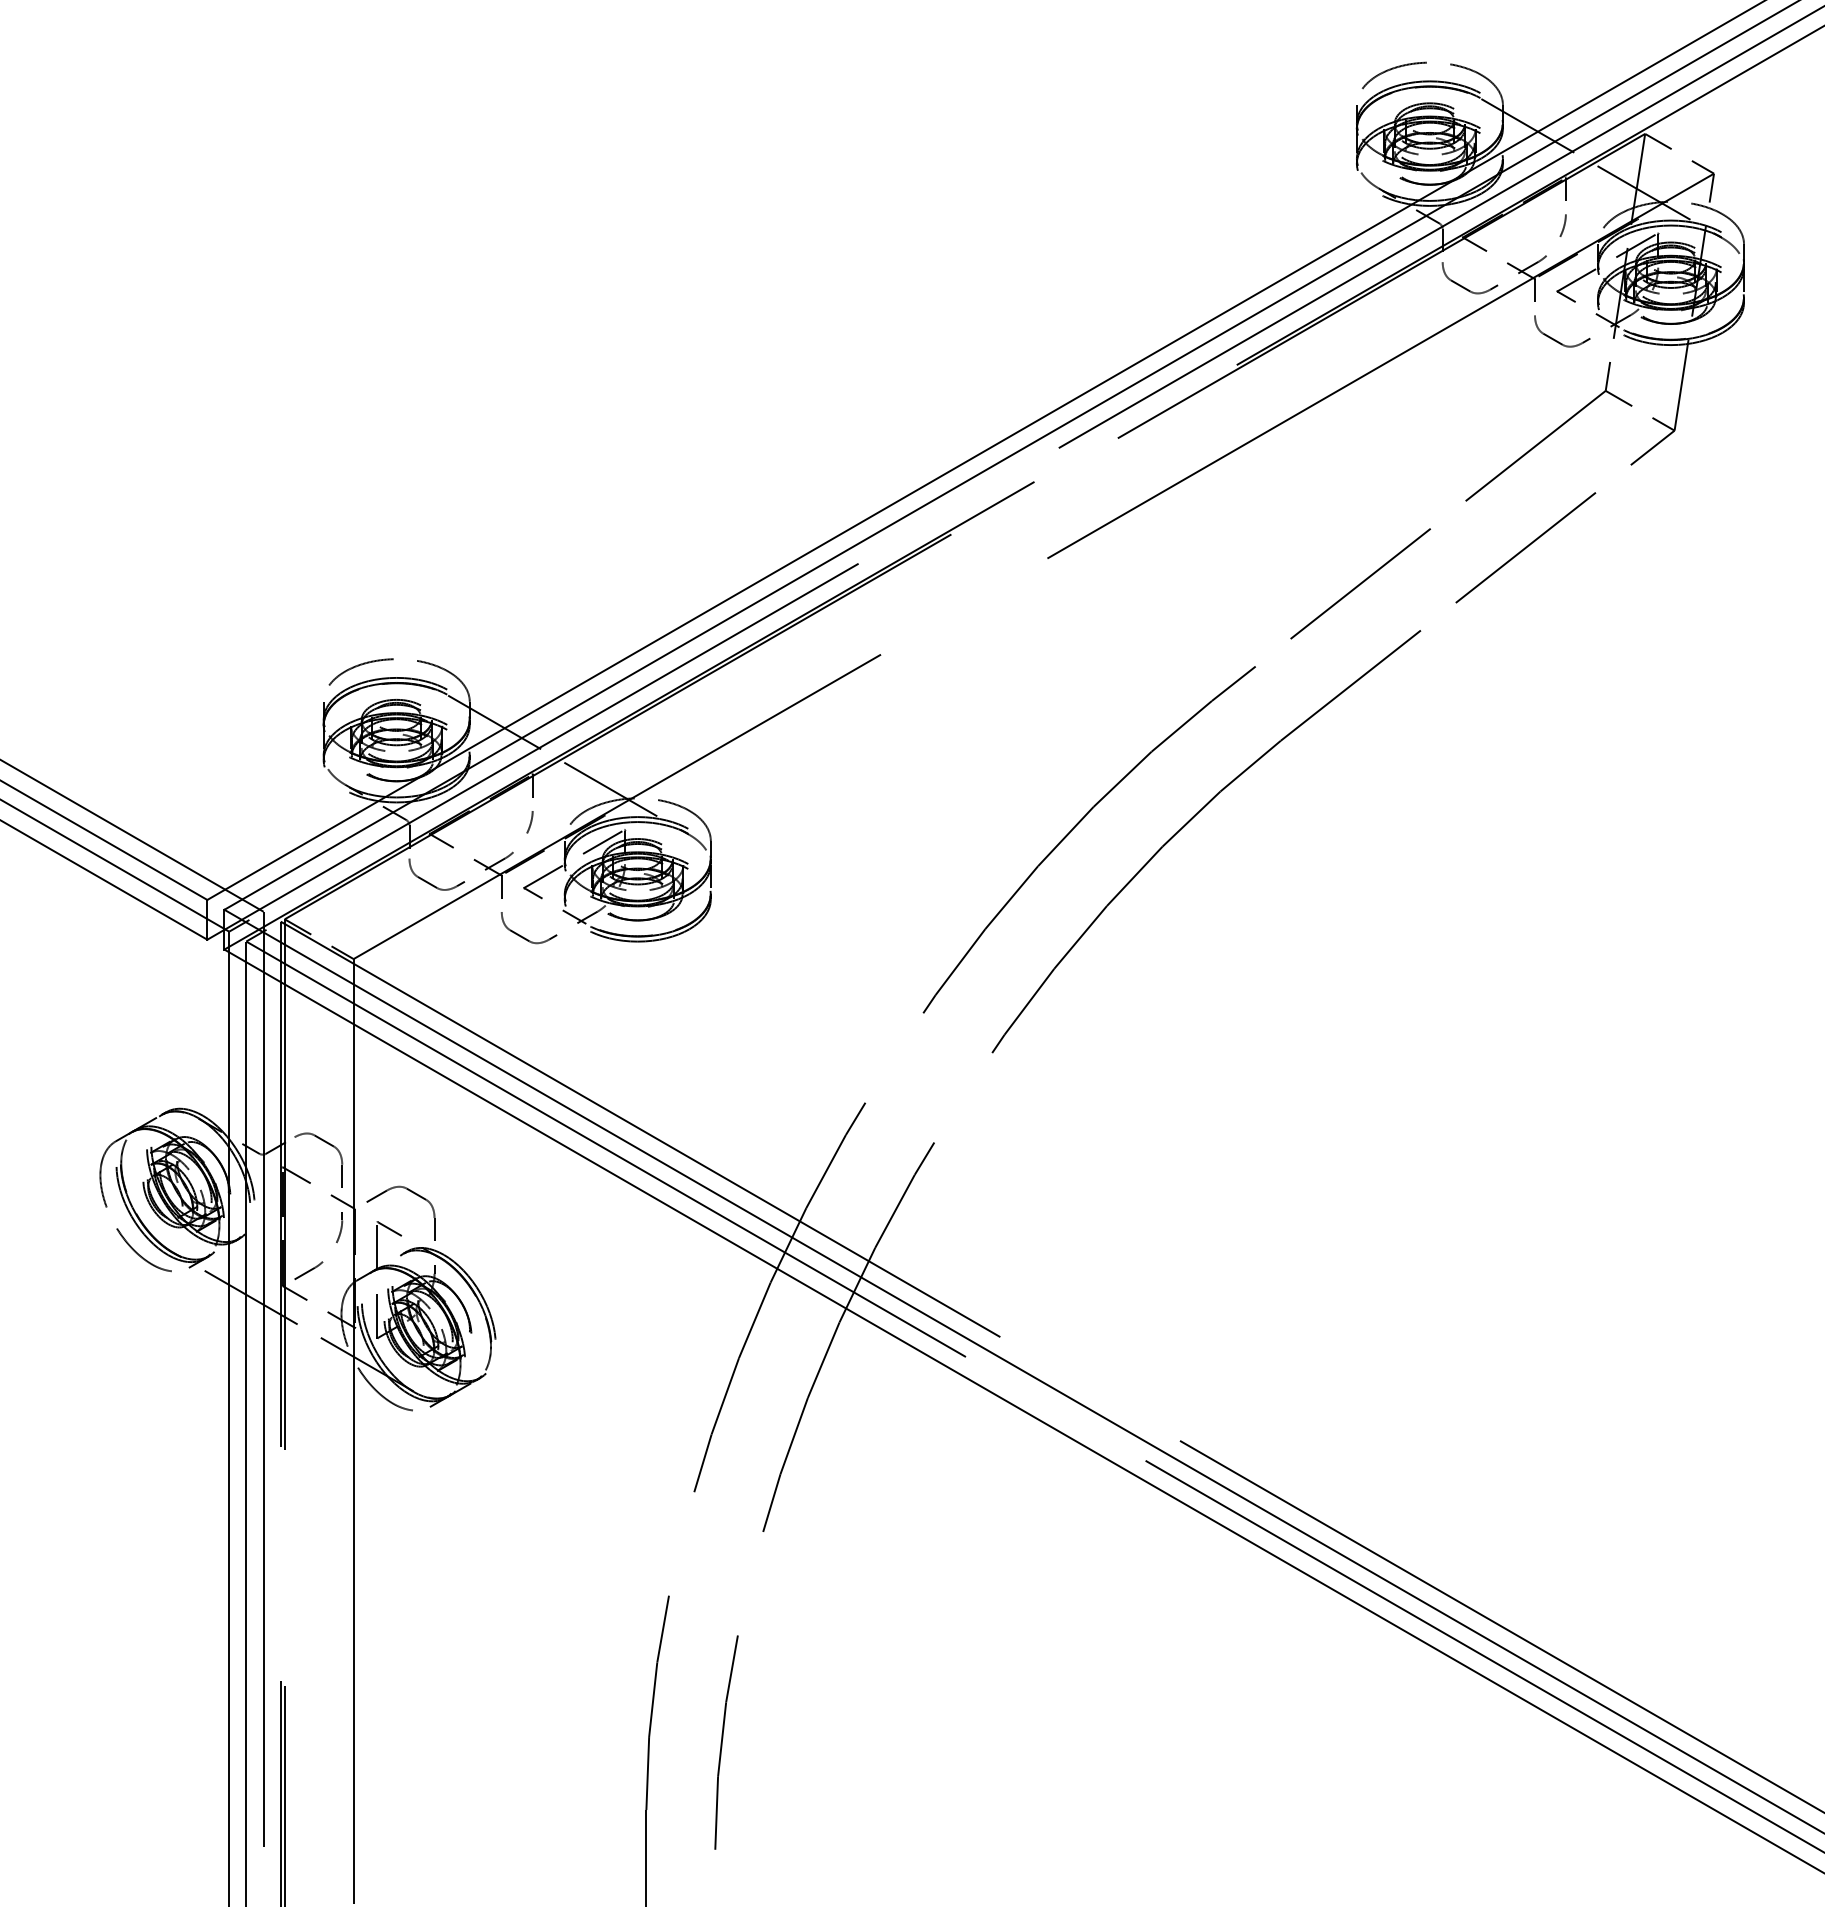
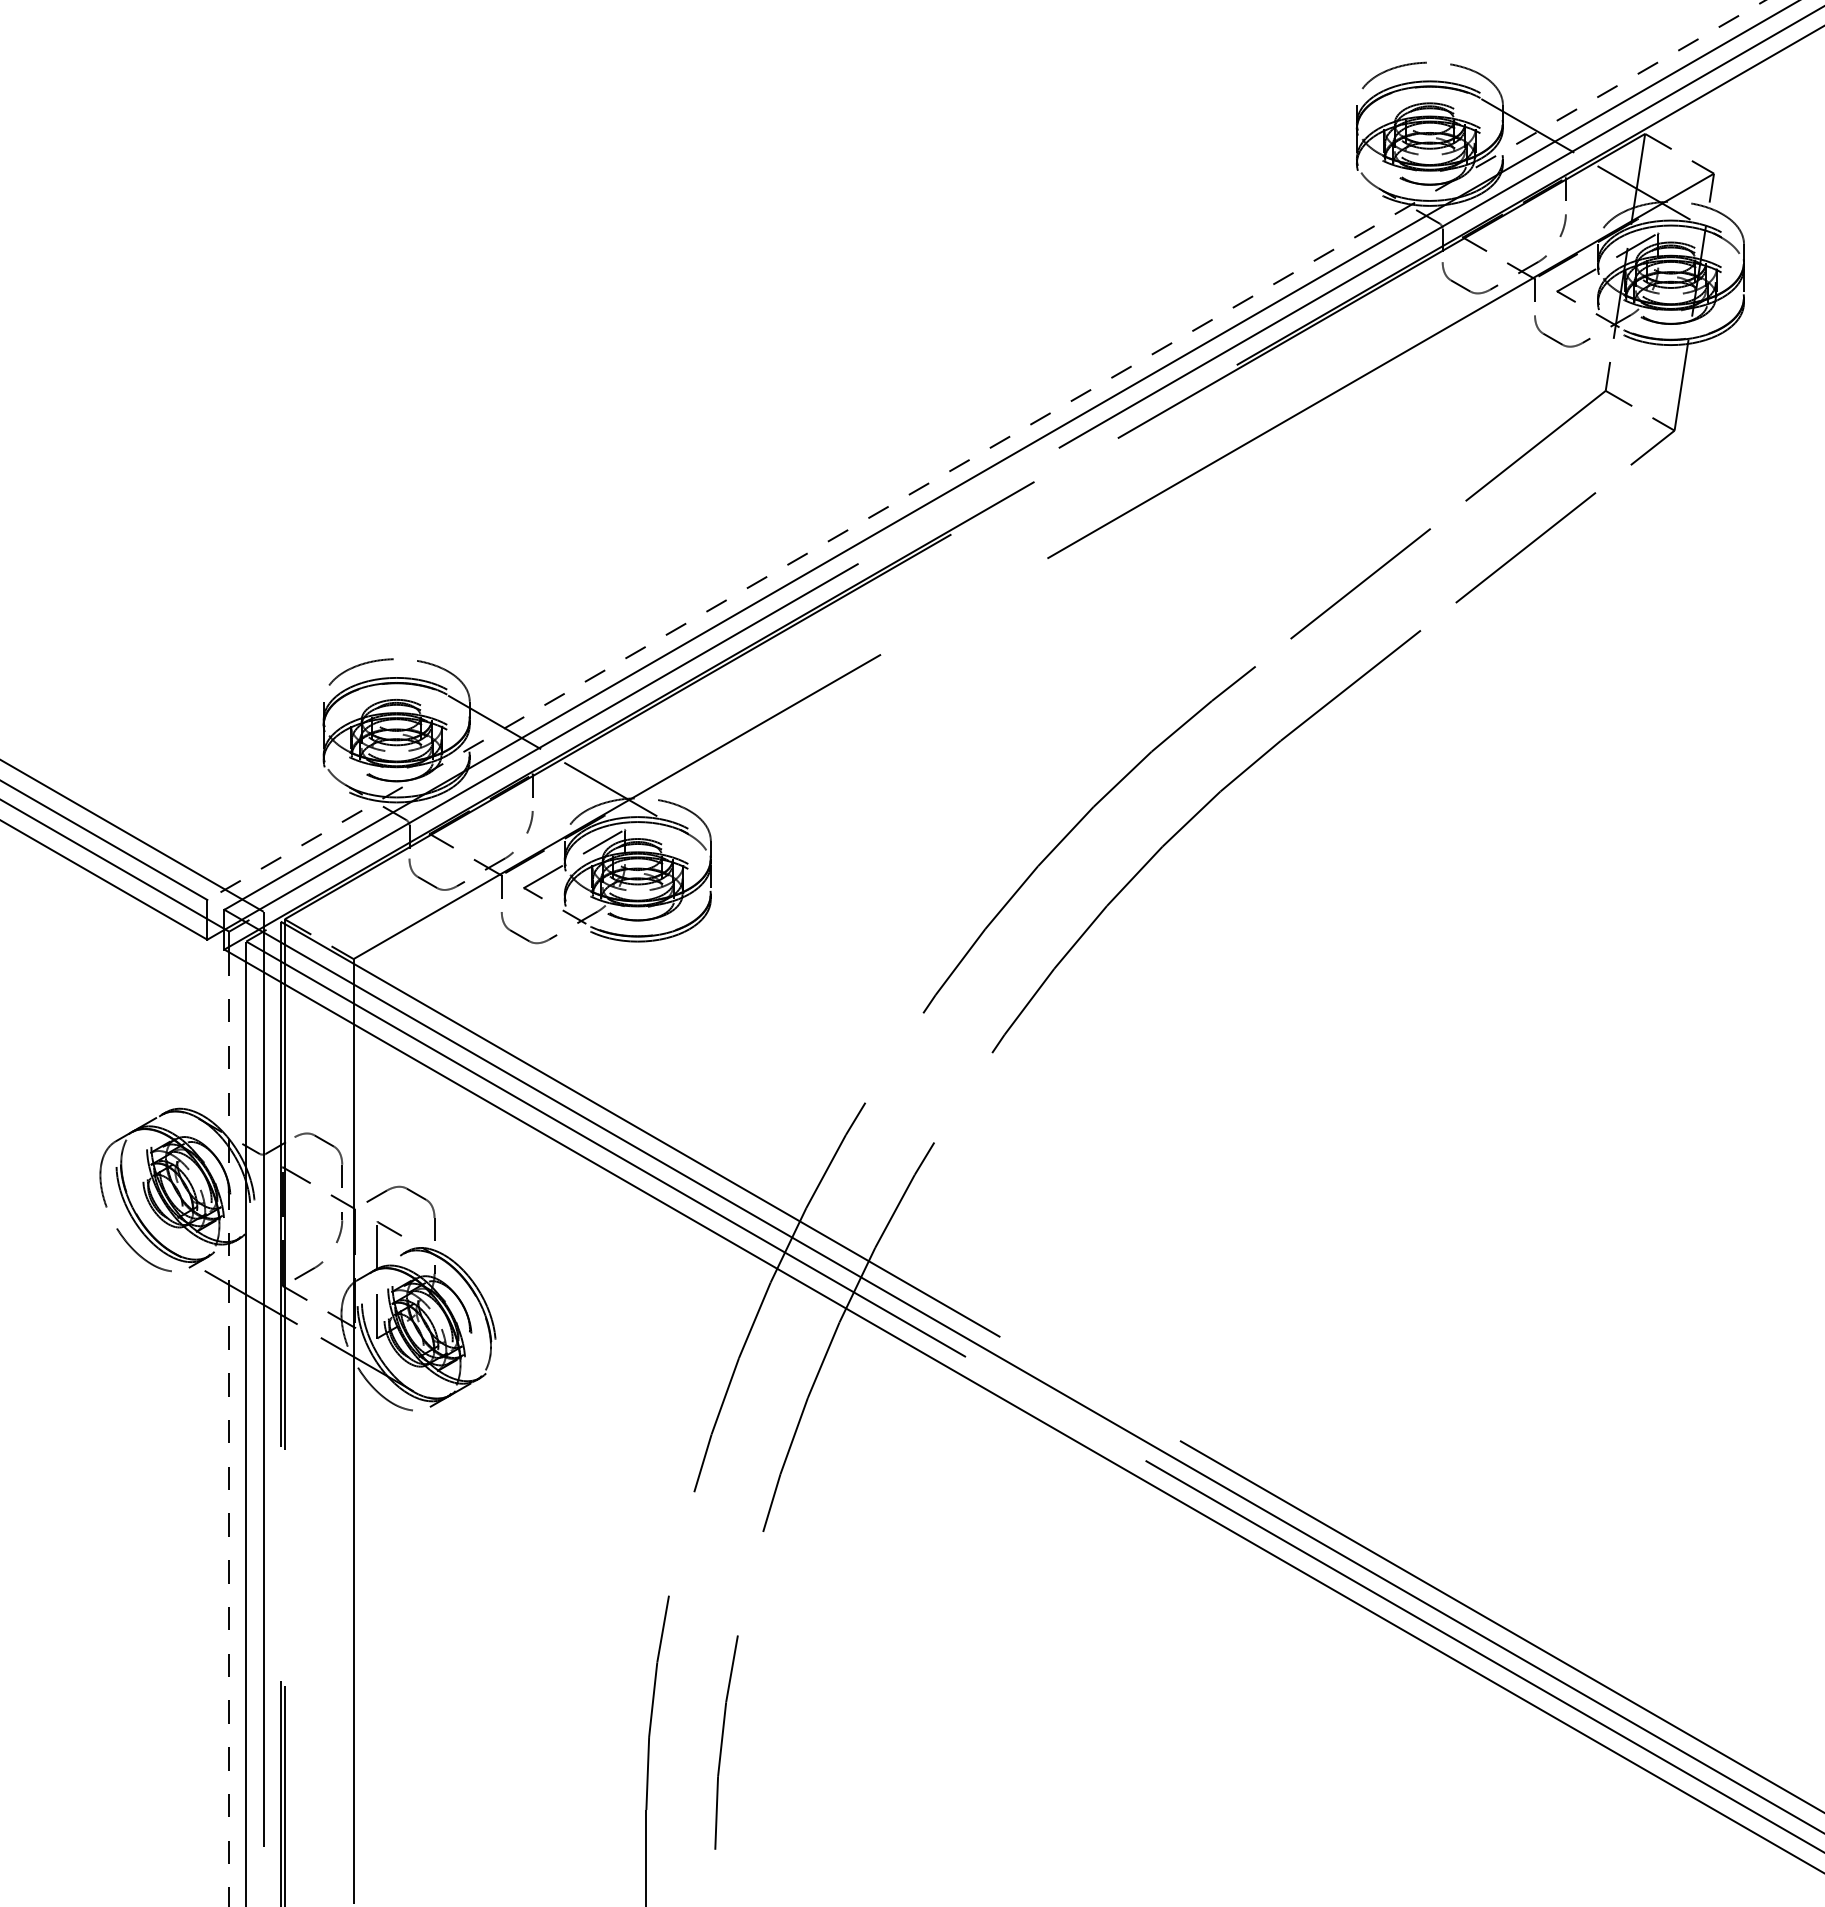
line at (986, 449): solid -> dashed
line at (229, 1429): solid -> dashed
